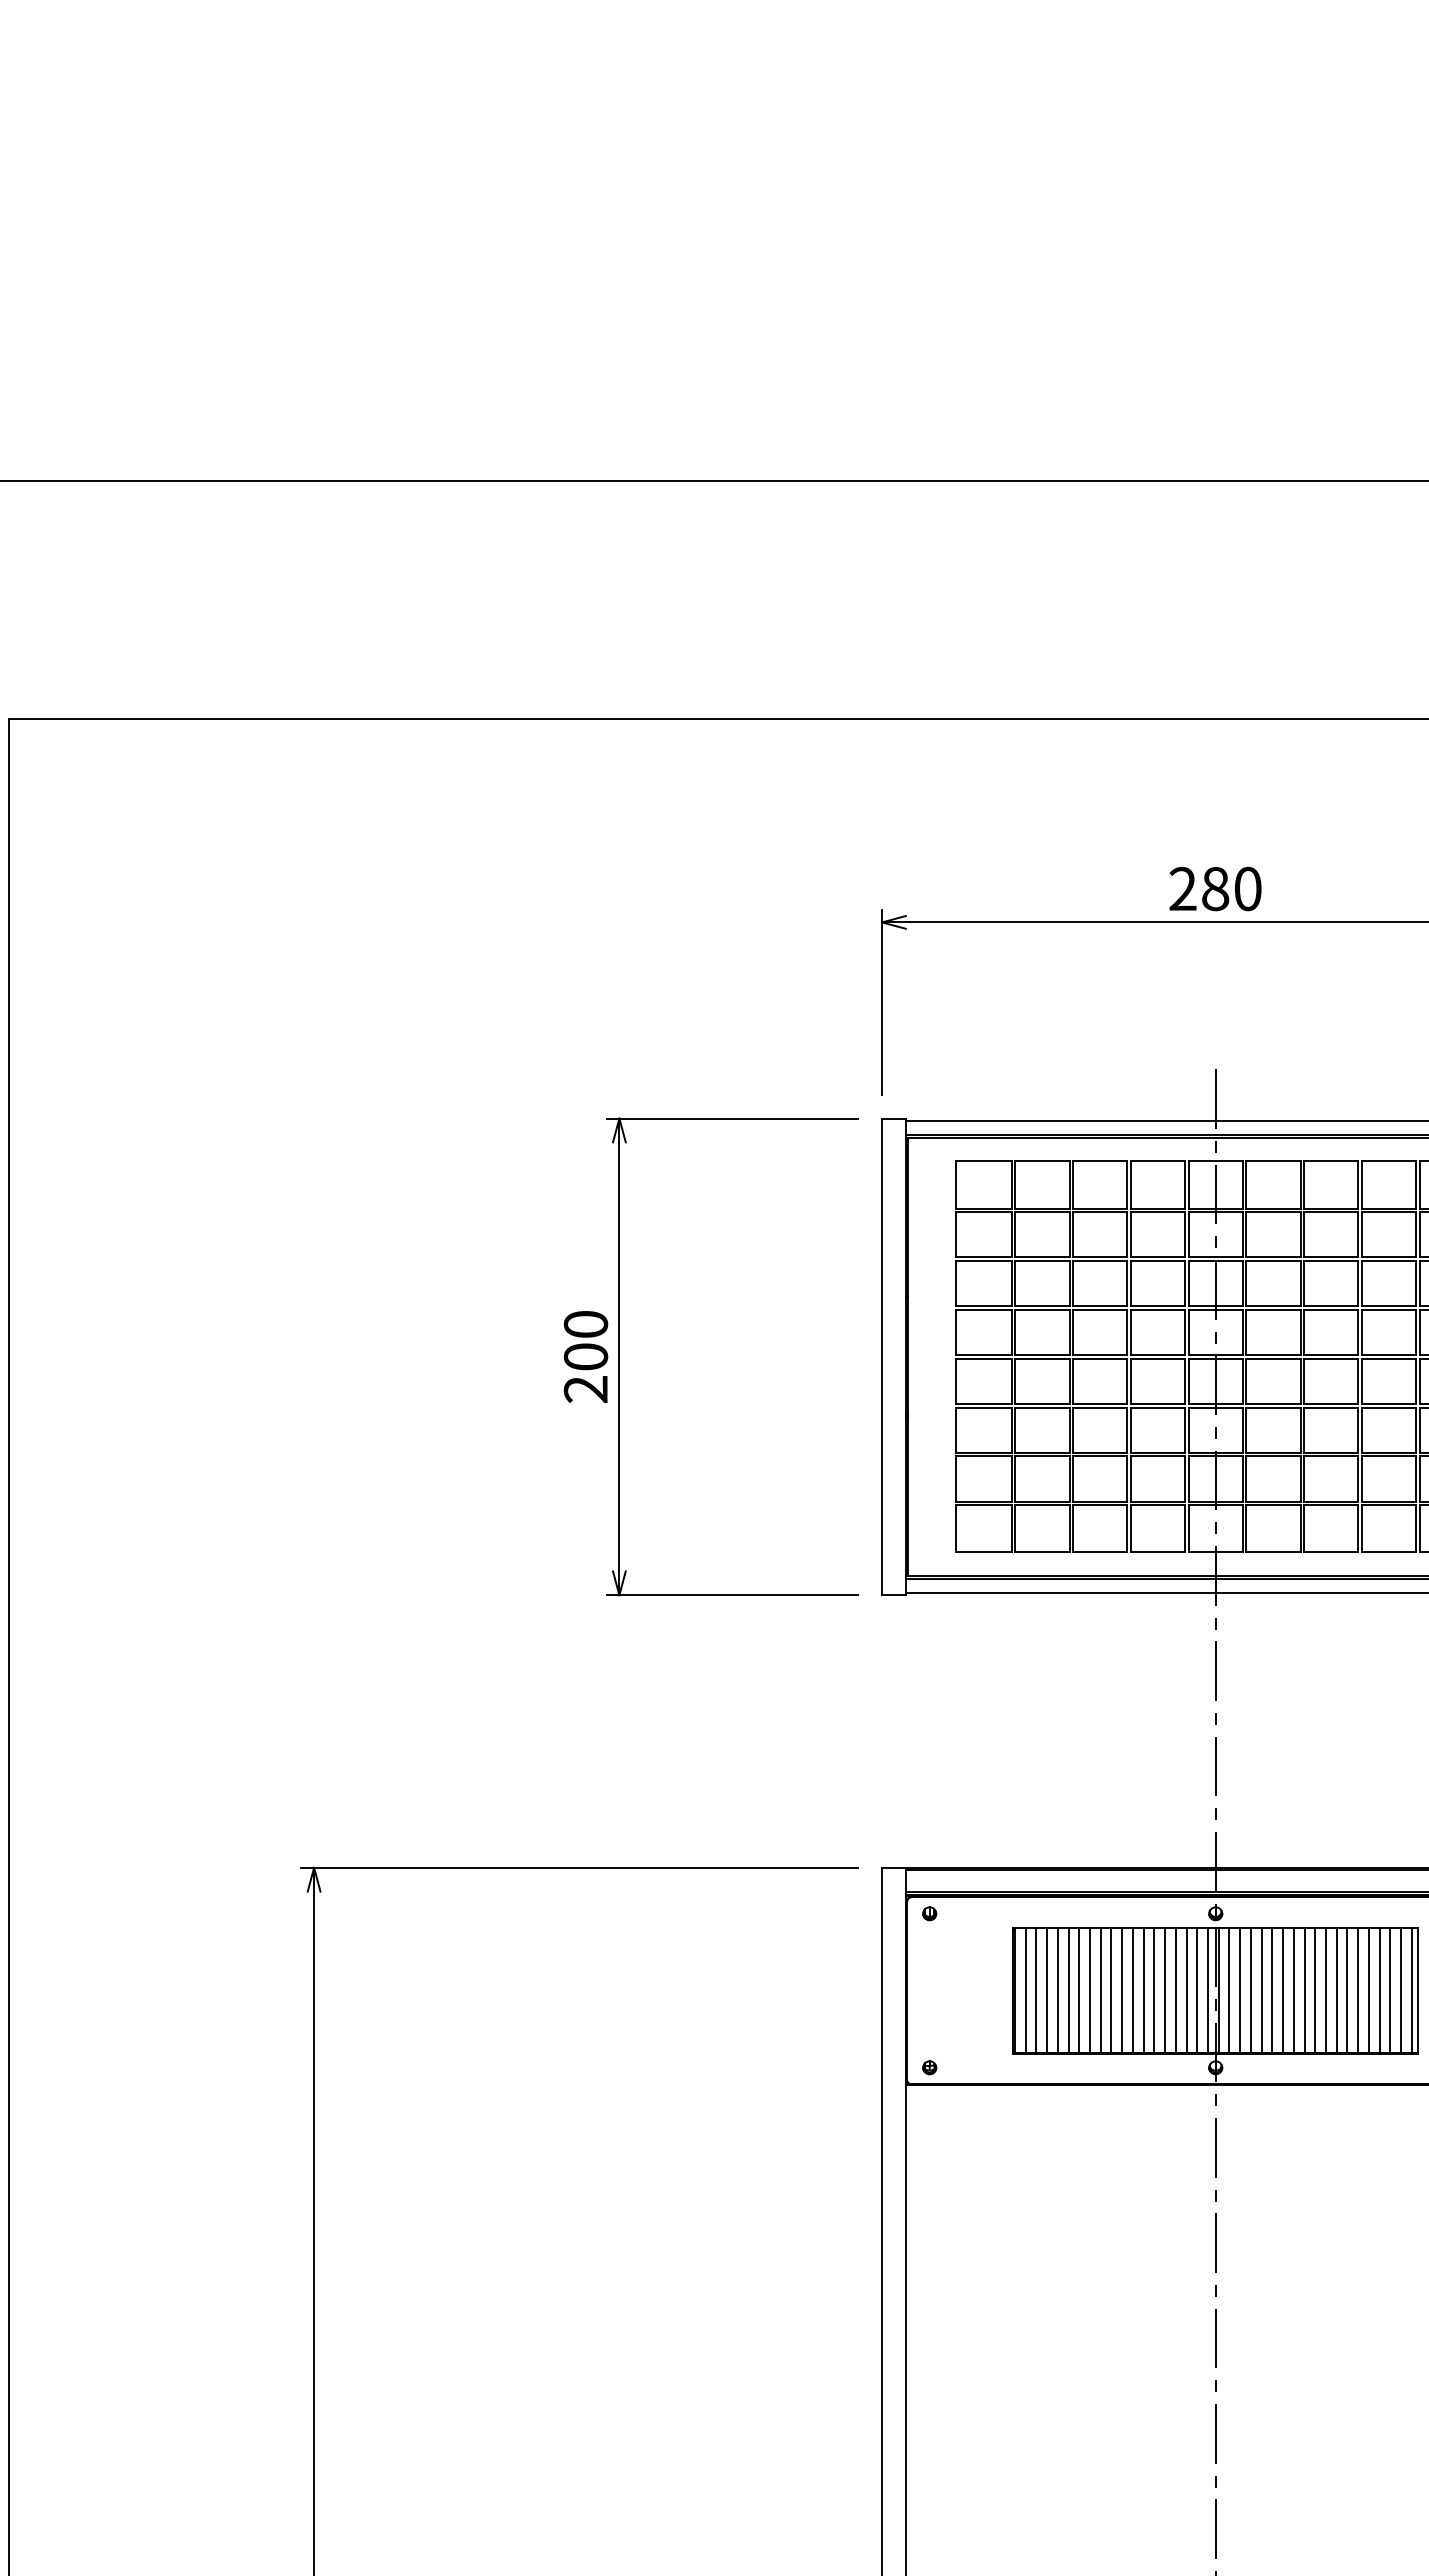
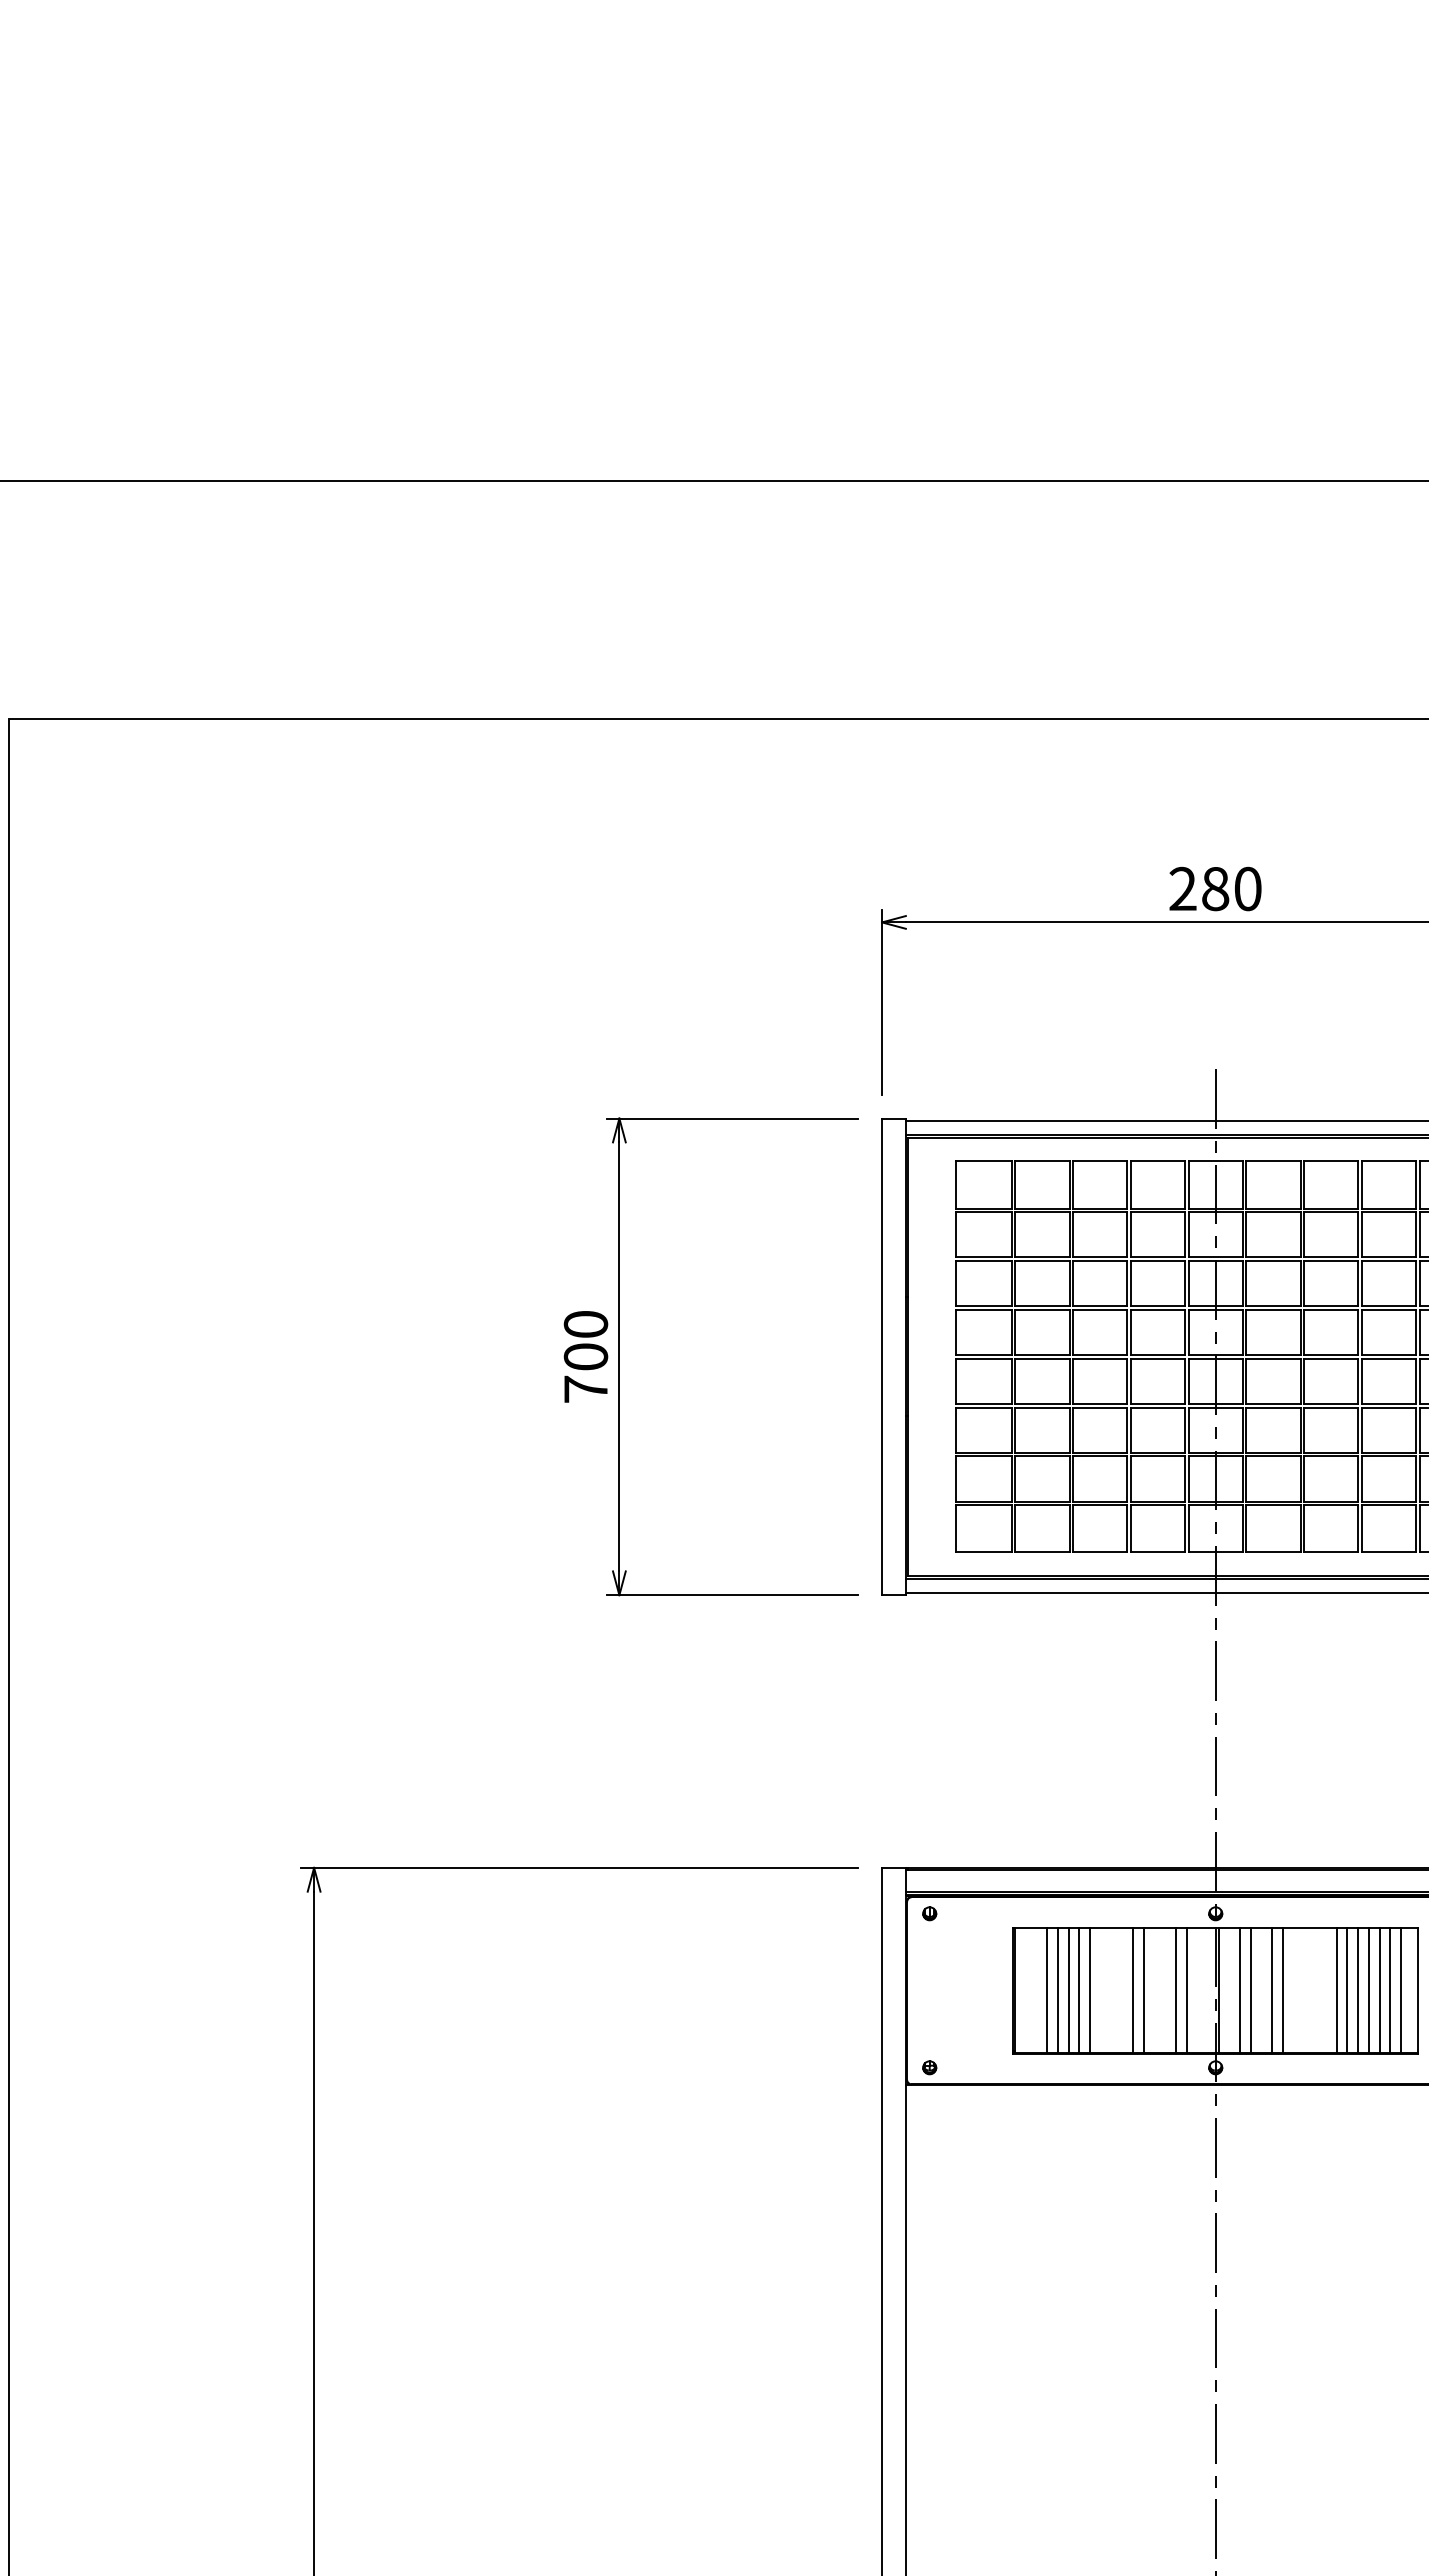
text at (585, 1388): 200 -> 700
line at (1025, 1990): present -> none
line at (1036, 1990): present -> none
line at (1100, 1990): present -> none
line at (1111, 1990): present -> none
line at (1122, 1990): present -> none
line at (1154, 1990): present -> none
line at (1165, 1990): present -> none
line at (1197, 1990): present -> none
line at (1207, 1990): present -> none
line at (1229, 1990): present -> none
line at (1261, 1990): present -> none
line at (1293, 1990): present -> none
line at (1304, 1990): present -> none
line at (1315, 1990): present -> none
line at (1325, 1990): present -> none
line at (1411, 1990): present -> none
